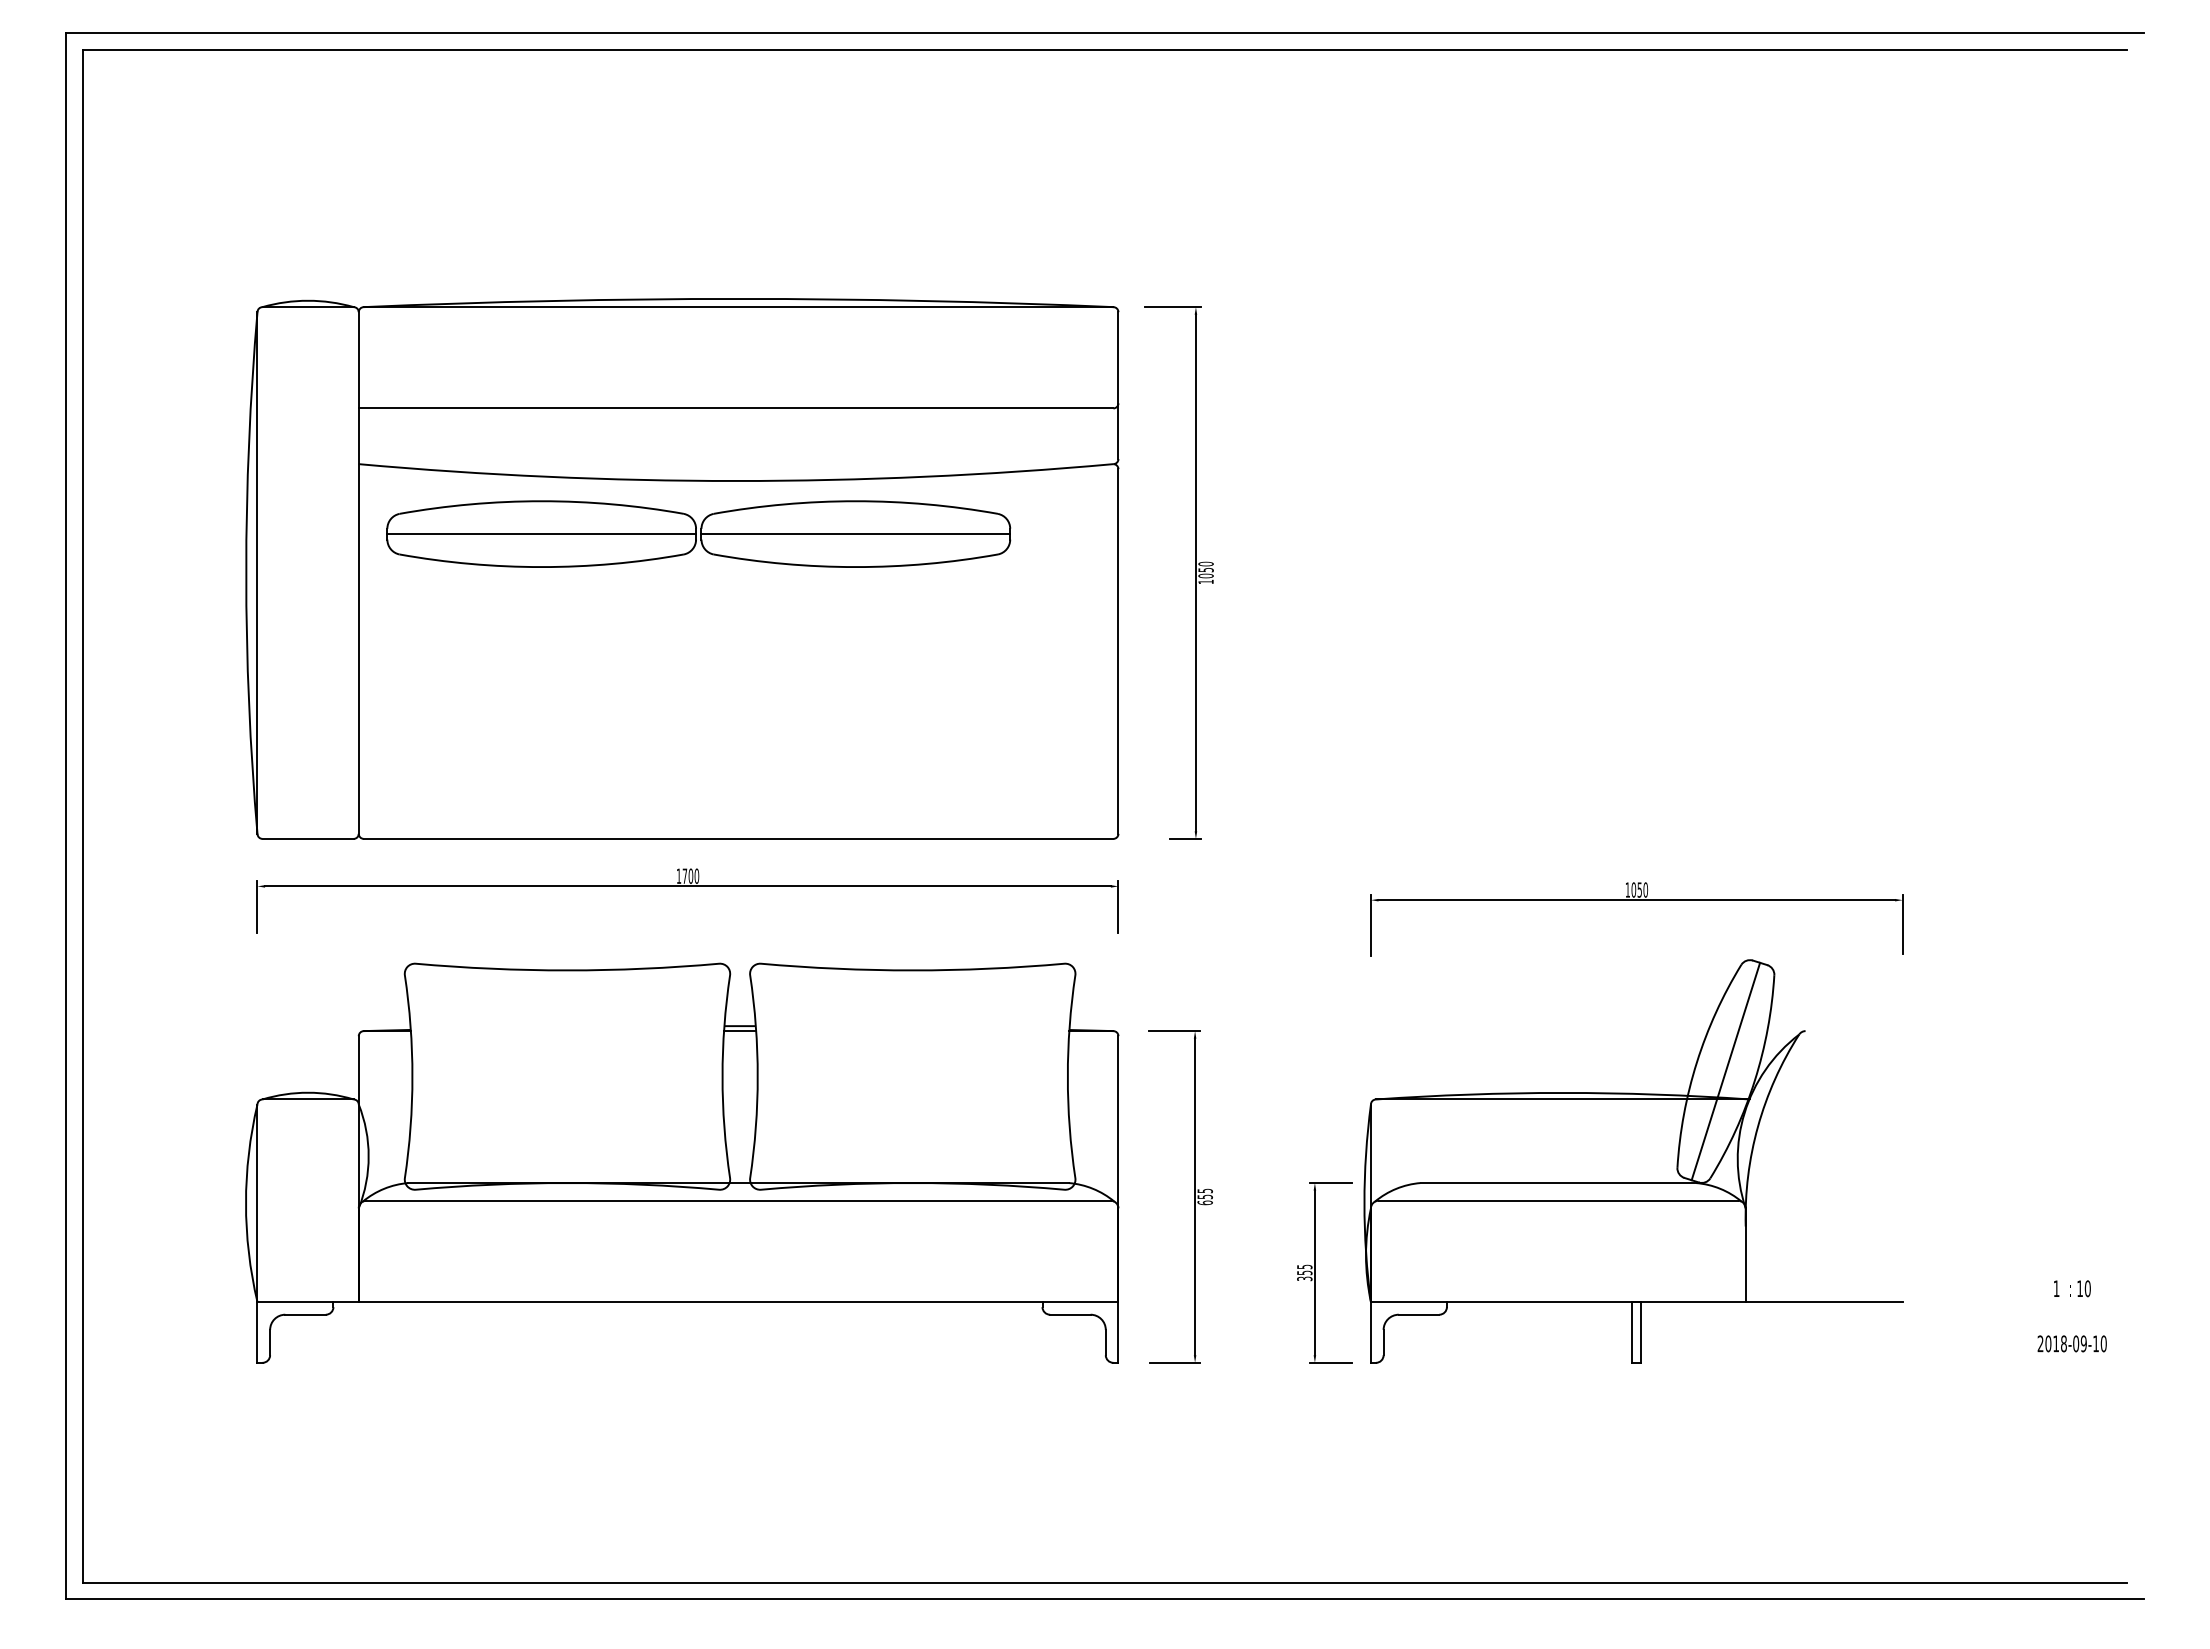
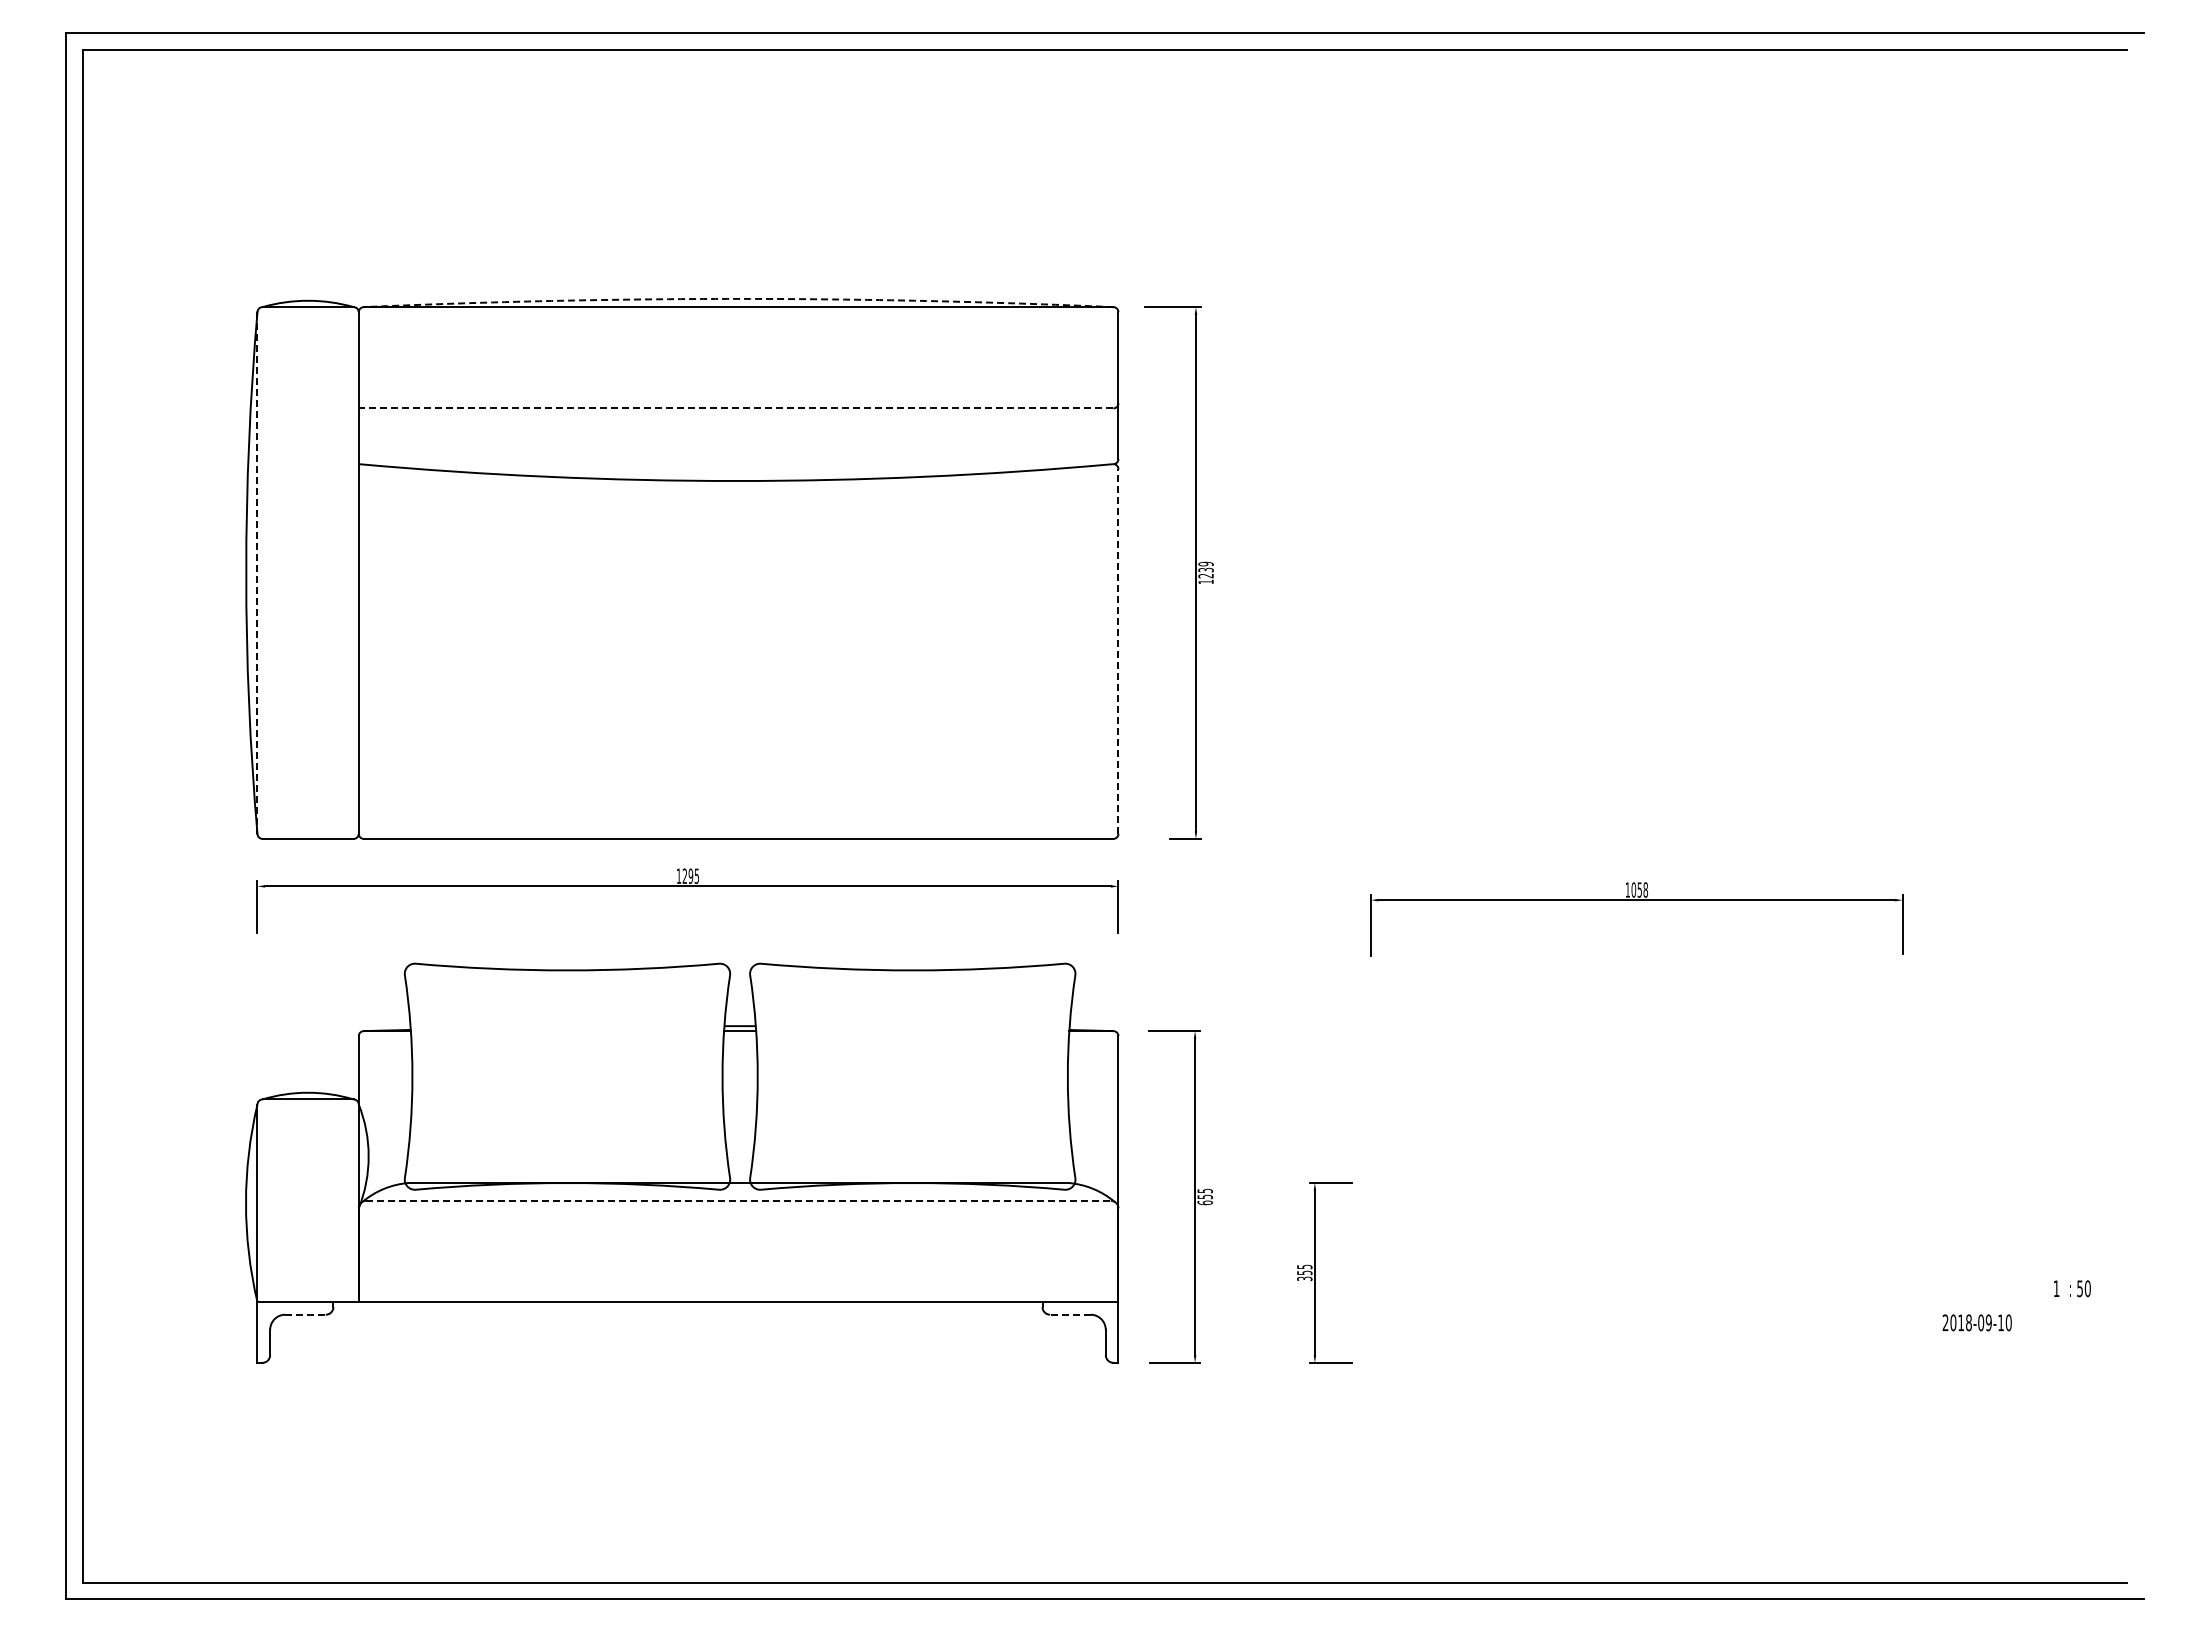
arc at (738, 298): solid -> dashed
line at (735, 408): solid -> dashed
part at (698, 533): present -> none
text at (1205, 570): 1050 -> 1239
line at (257, 573): solid -> dashed
line at (1118, 651): solid -> dashed
text at (690, 875): 1700 -> 1295
text at (1645, 889): 1050 -> 1058
part at (1633, 1161): present -> none
line at (739, 1200): solid -> dashed
text at (2079, 1288): 10 -> 50
line at (306, 1314): solid -> dashed
line at (1069, 1314): solid -> dashed
text at (2071, 1343) position: (2071, 1343) -> (1976, 1322)
